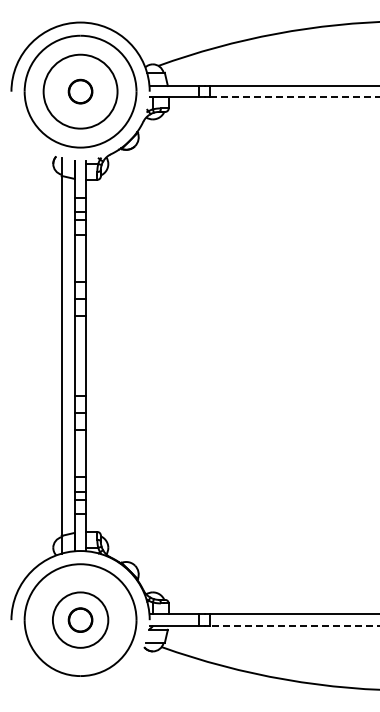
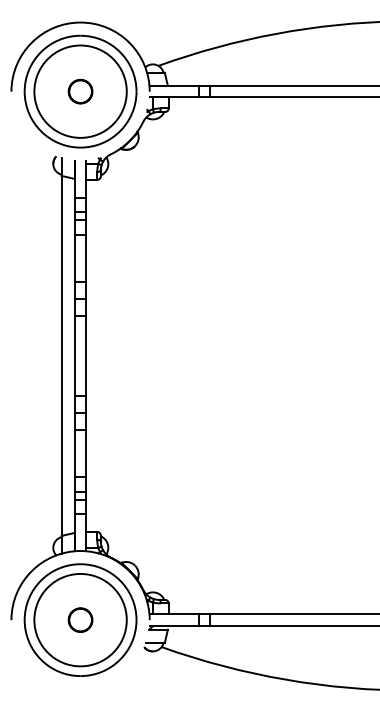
circle at (80, 91) diameter: 74 px -> 92 px
line at (294, 97): dashed -> solid
circle at (80, 619) diameter: 55 px -> 92 px
line at (294, 625): dashed -> solid
